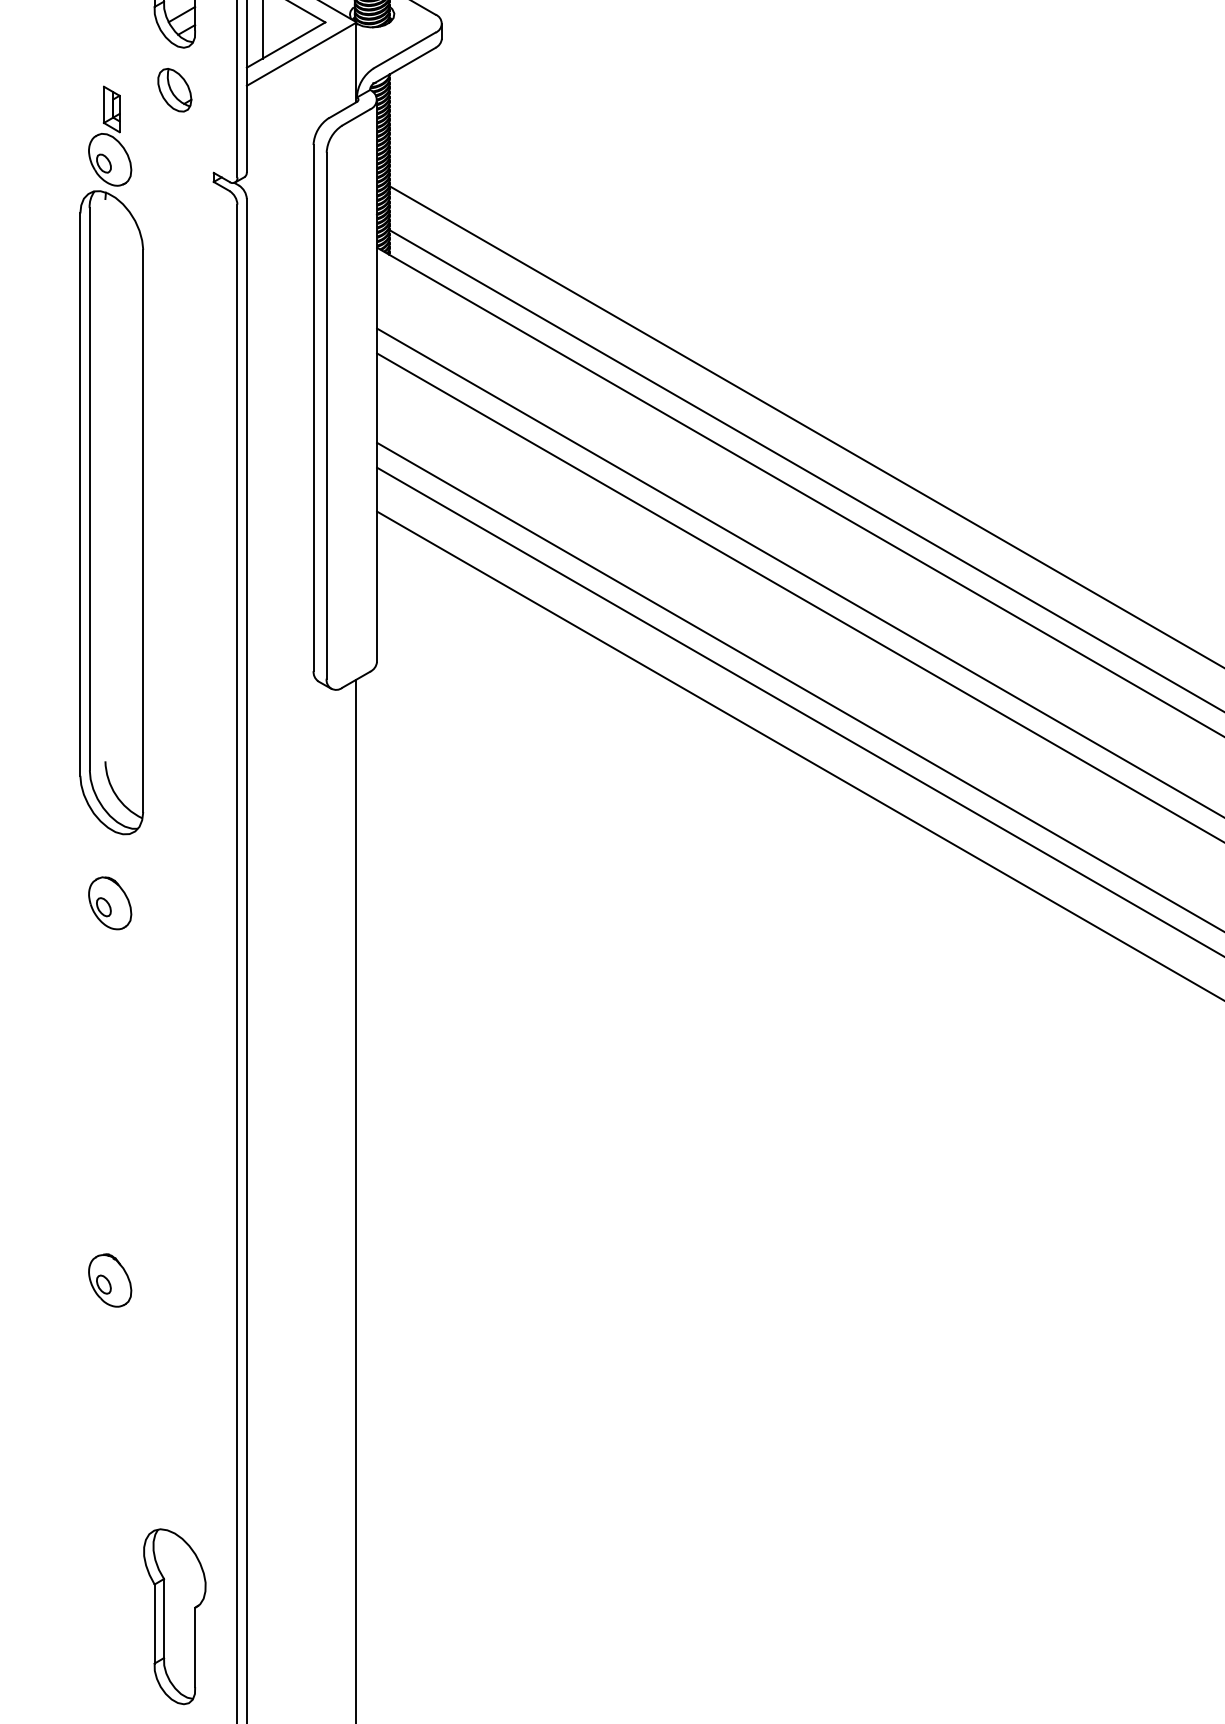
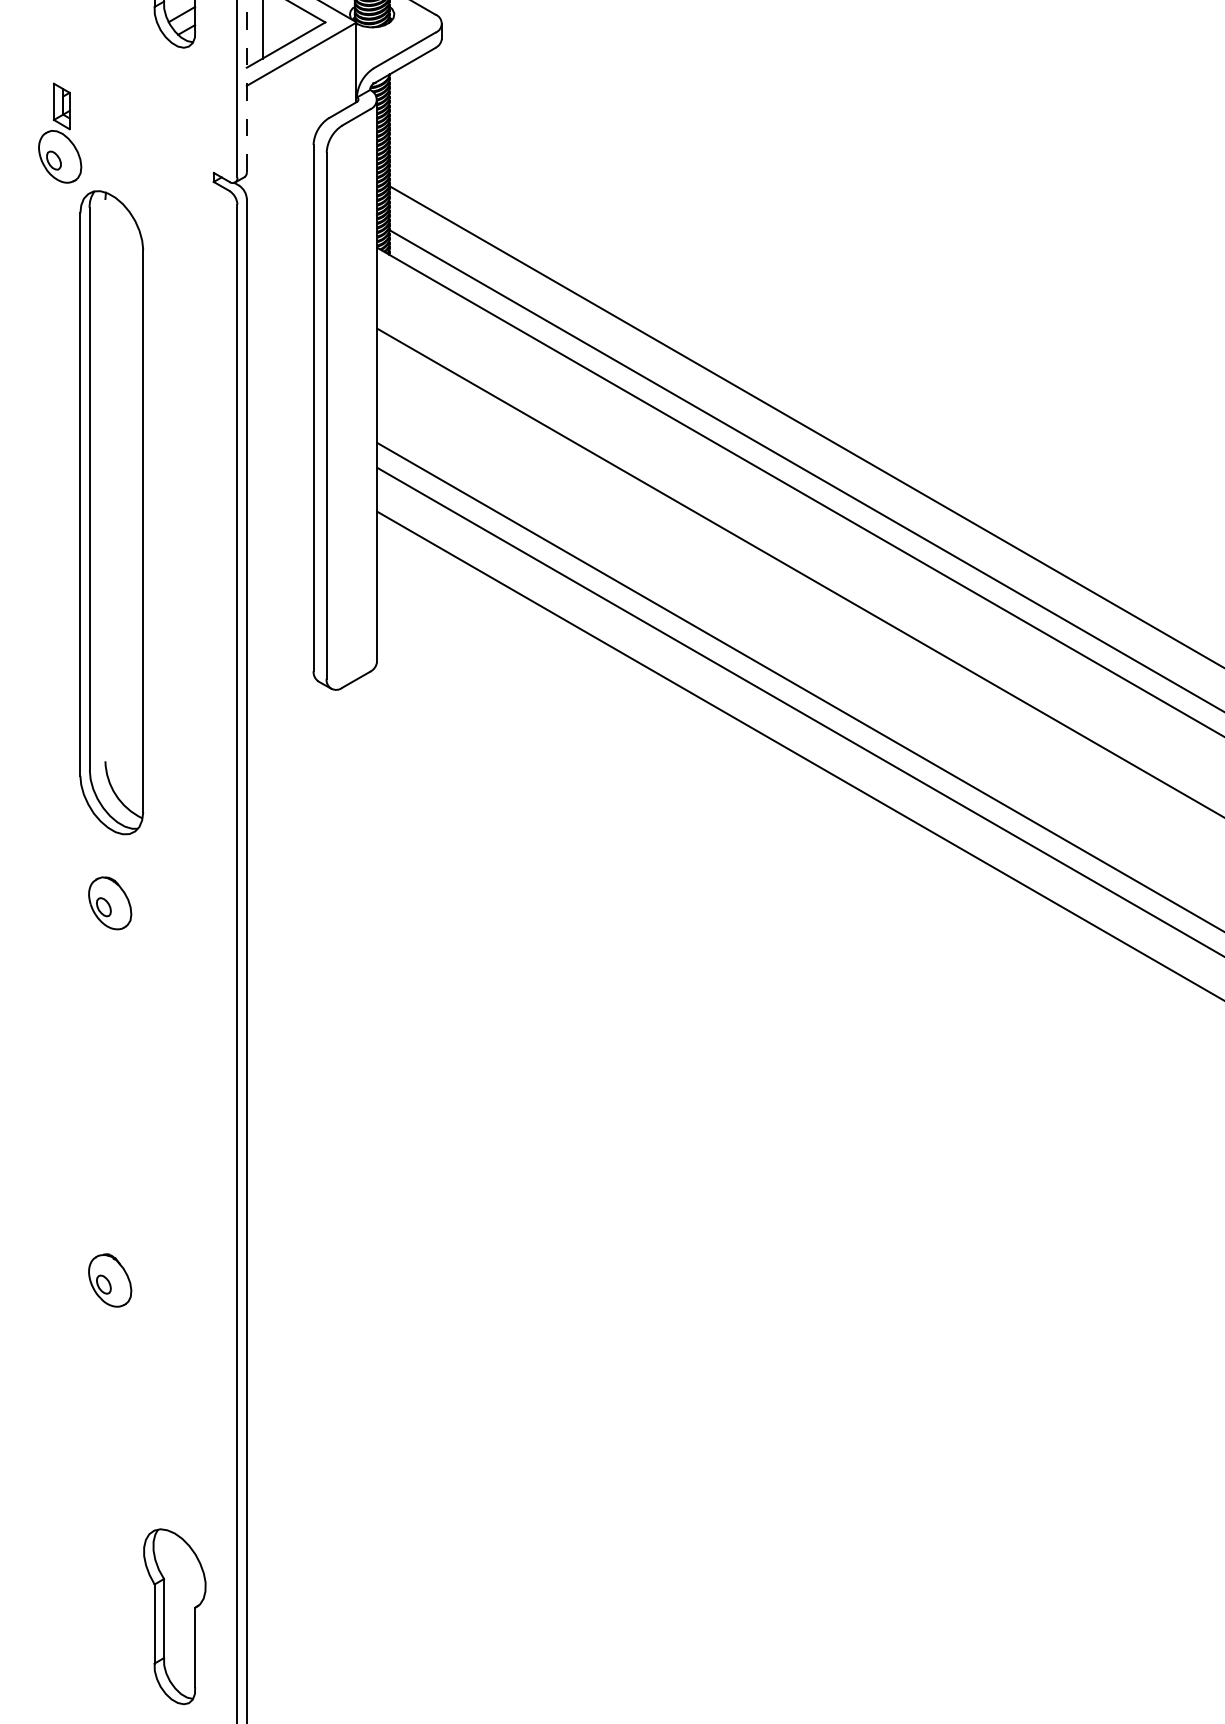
line at (246, 86): solid -> dashed
part at (174, 90): present -> none
part at (110, 135) position: (110, 135) -> (60, 132)
line at (799, 596): present -> none
line at (356, 1199): present -> none
